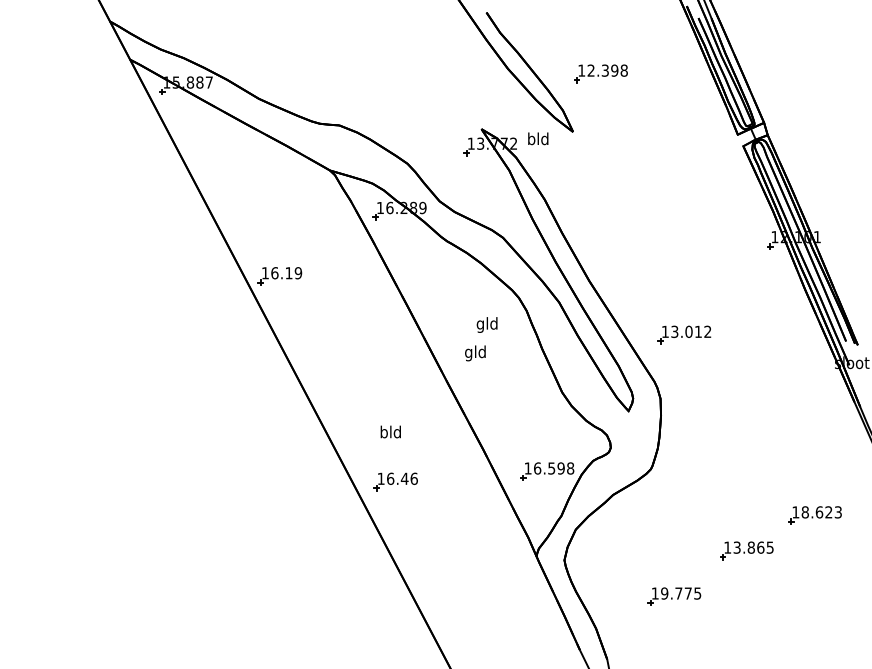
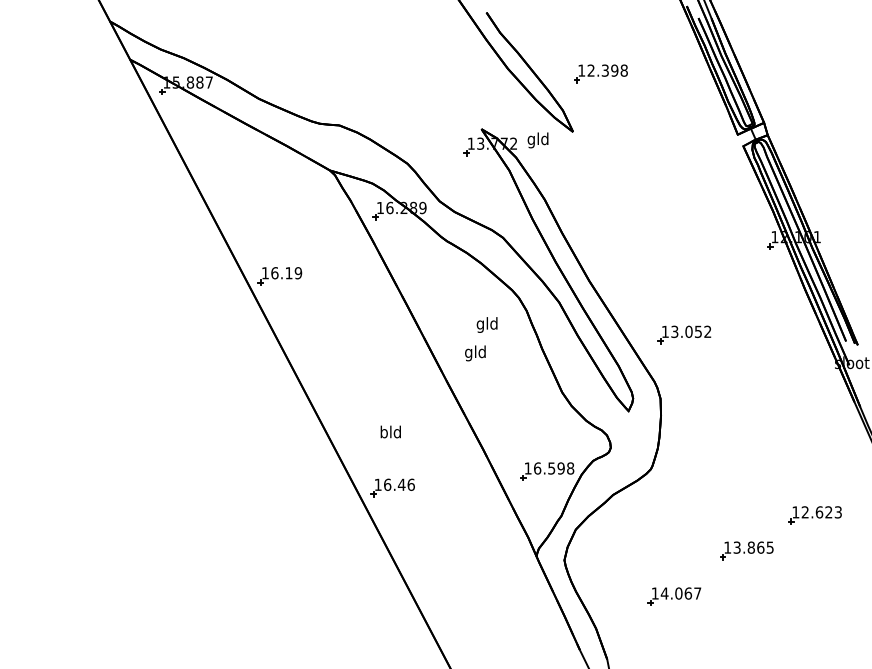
text at (531, 140): bld -> gld
text at (698, 331): 13.012 -> 13.052
part at (395, 481) position: (395, 481) -> (392, 487)
text at (804, 512): 18.623 -> 12.623
text at (680, 593): 19.775 -> 14.067
